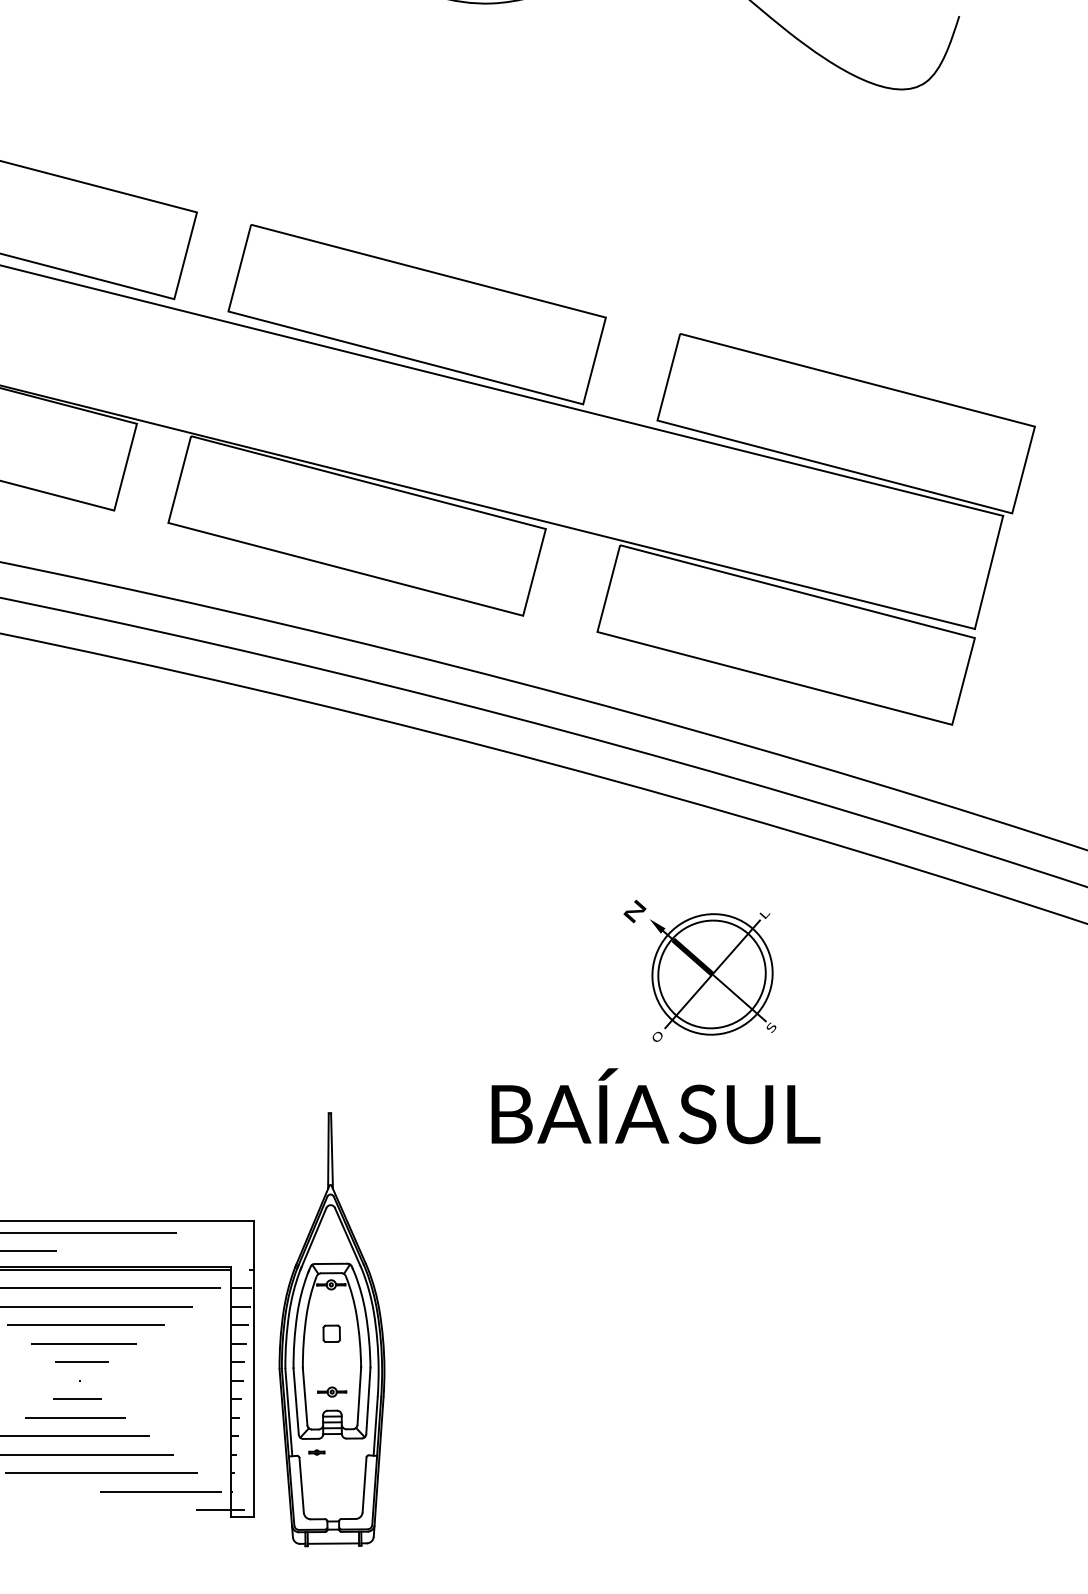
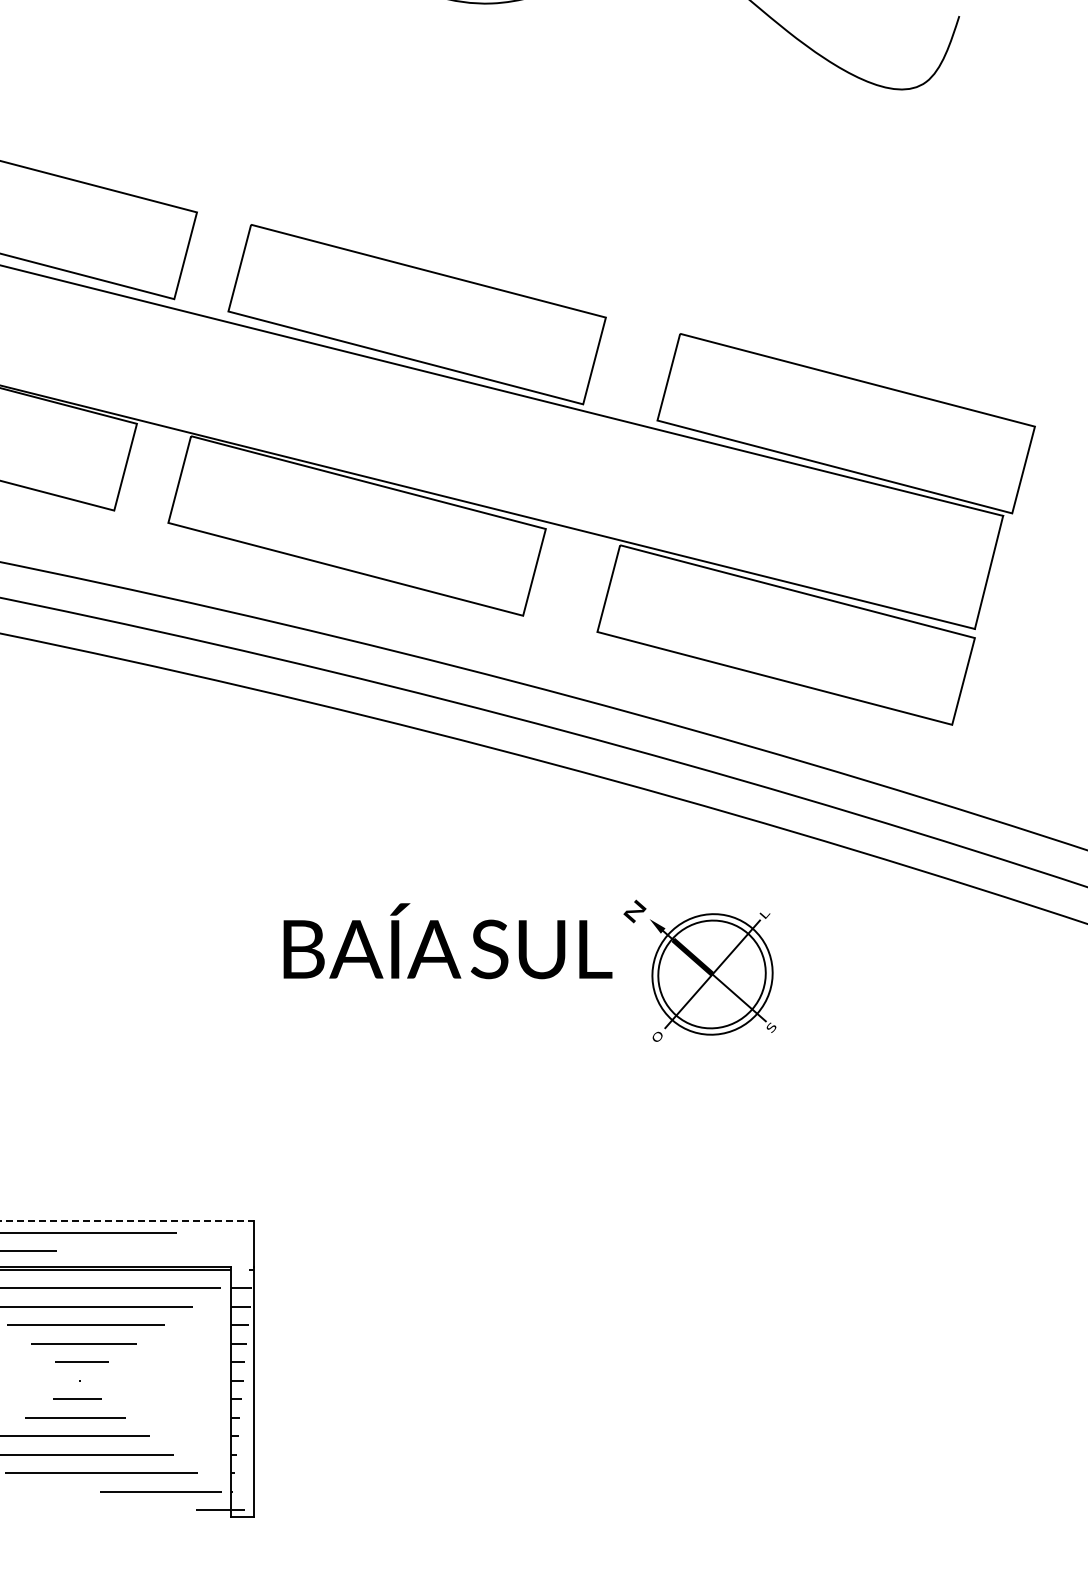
text at (655, 1106) position: (655, 1106) -> (447, 941)
line at (127, 1221): solid -> dashed
part at (331, 1329): present -> none
